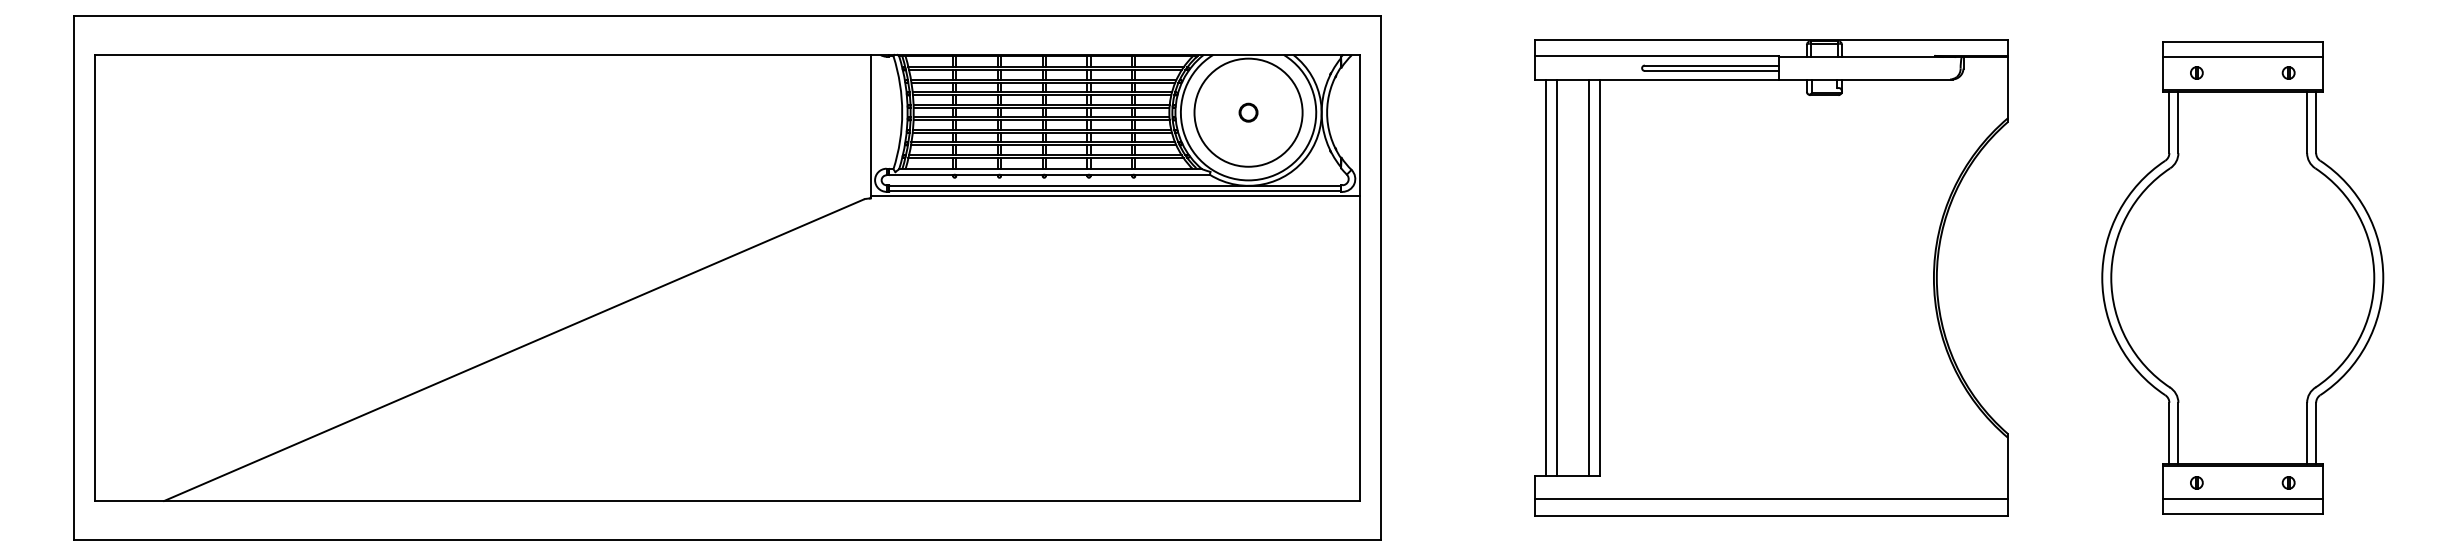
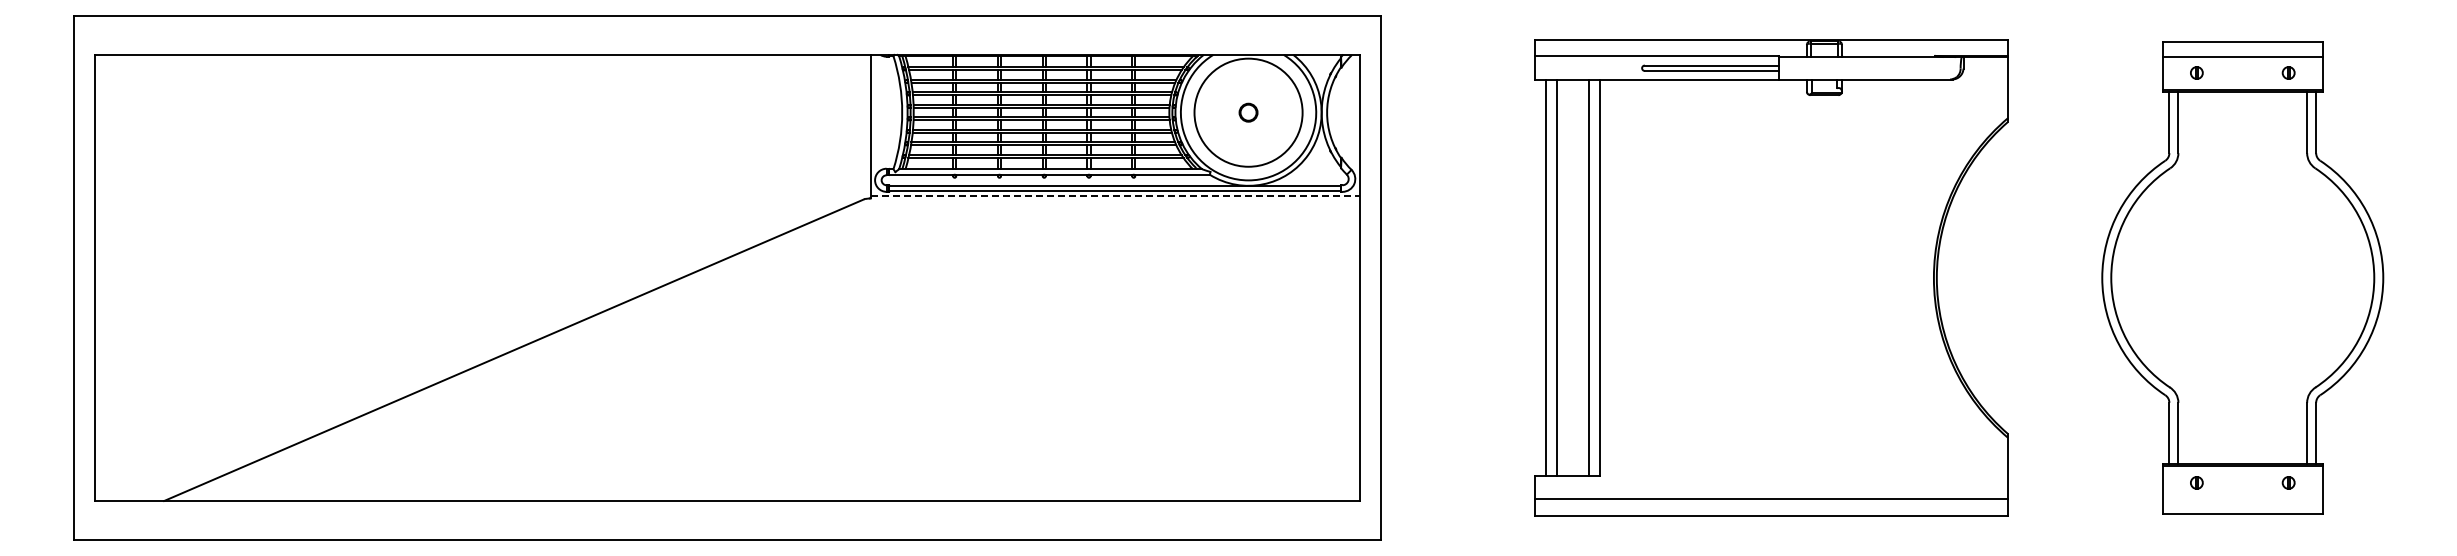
line at (1115, 195): solid -> dashed
line at (2242, 499): present -> none
